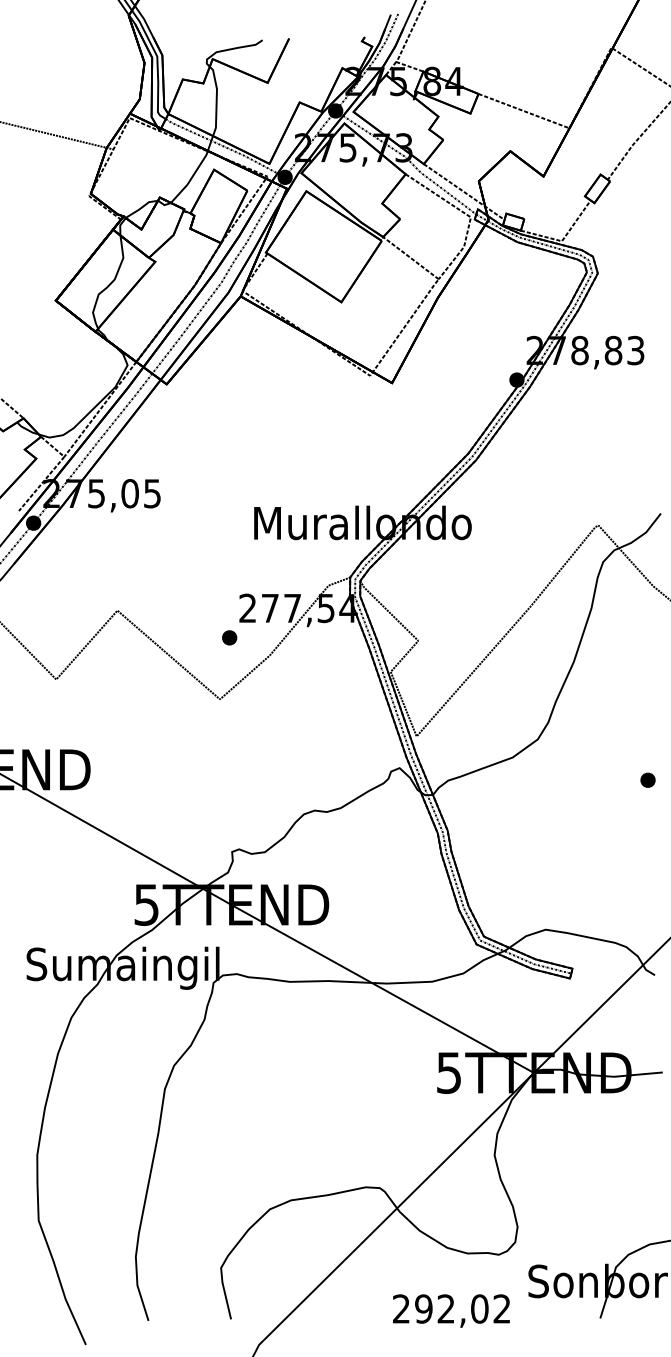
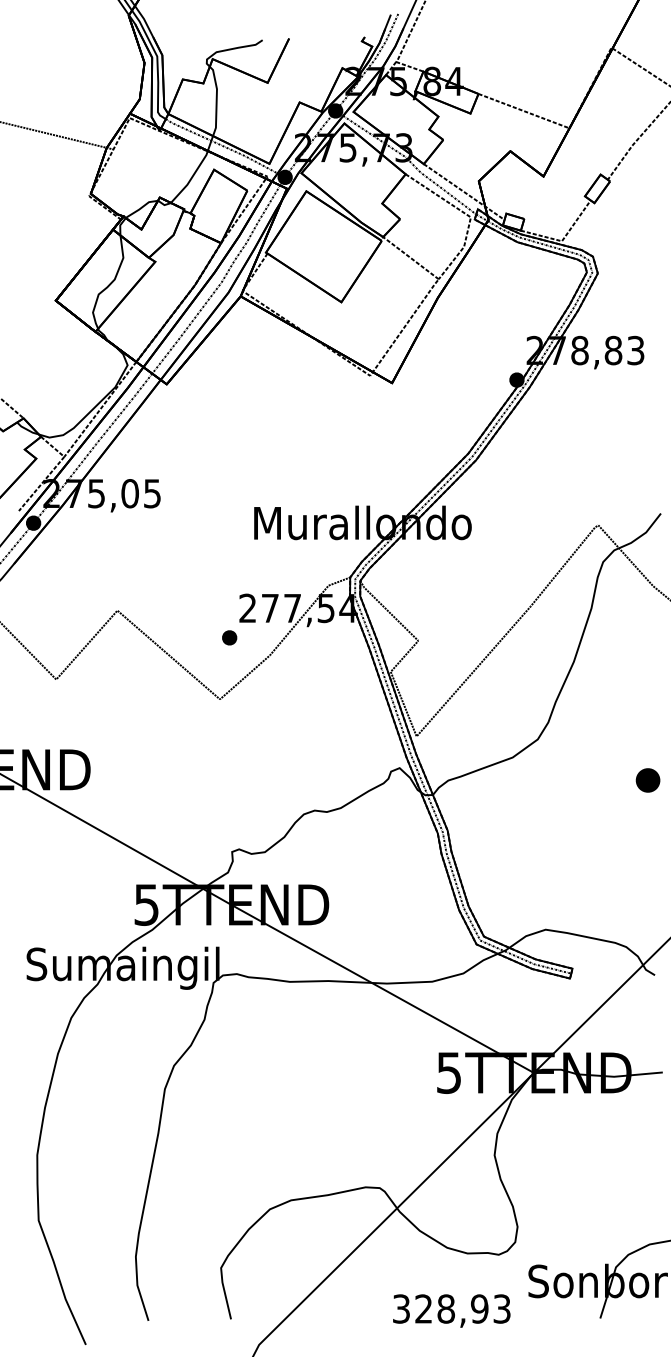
part at (647, 779) size: 16x16 px -> 26x25 px
text at (451, 1308): 292,02 -> 328,93
